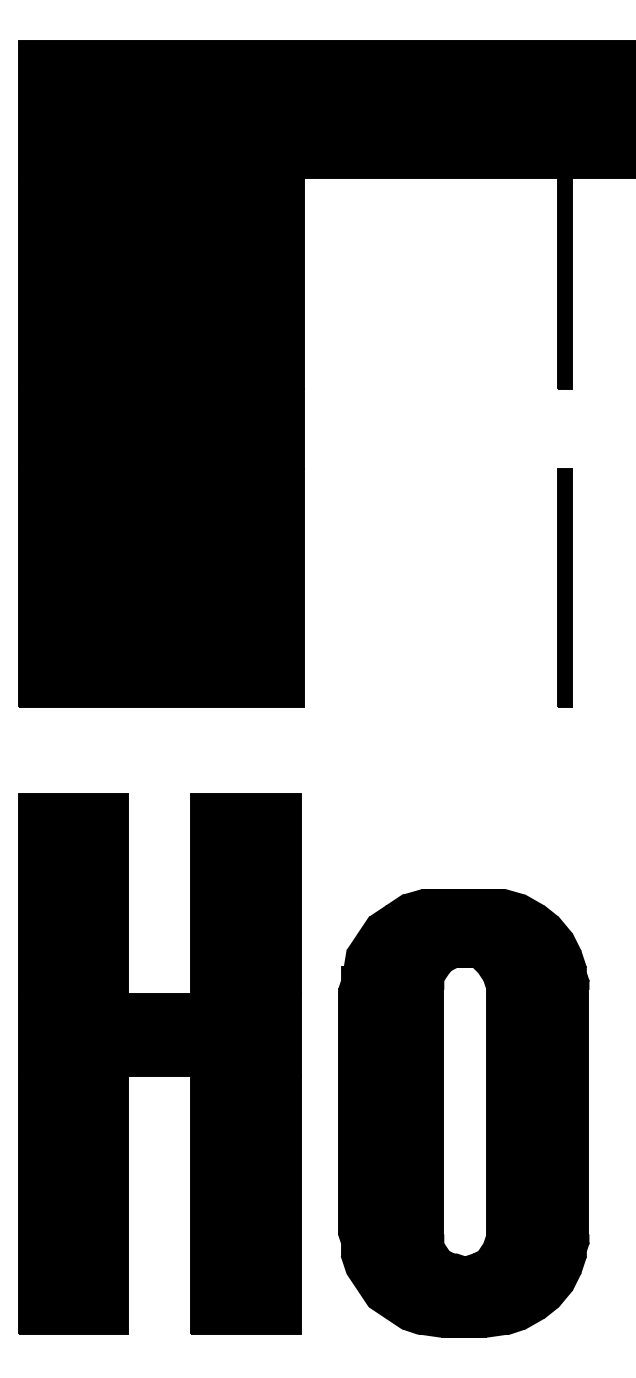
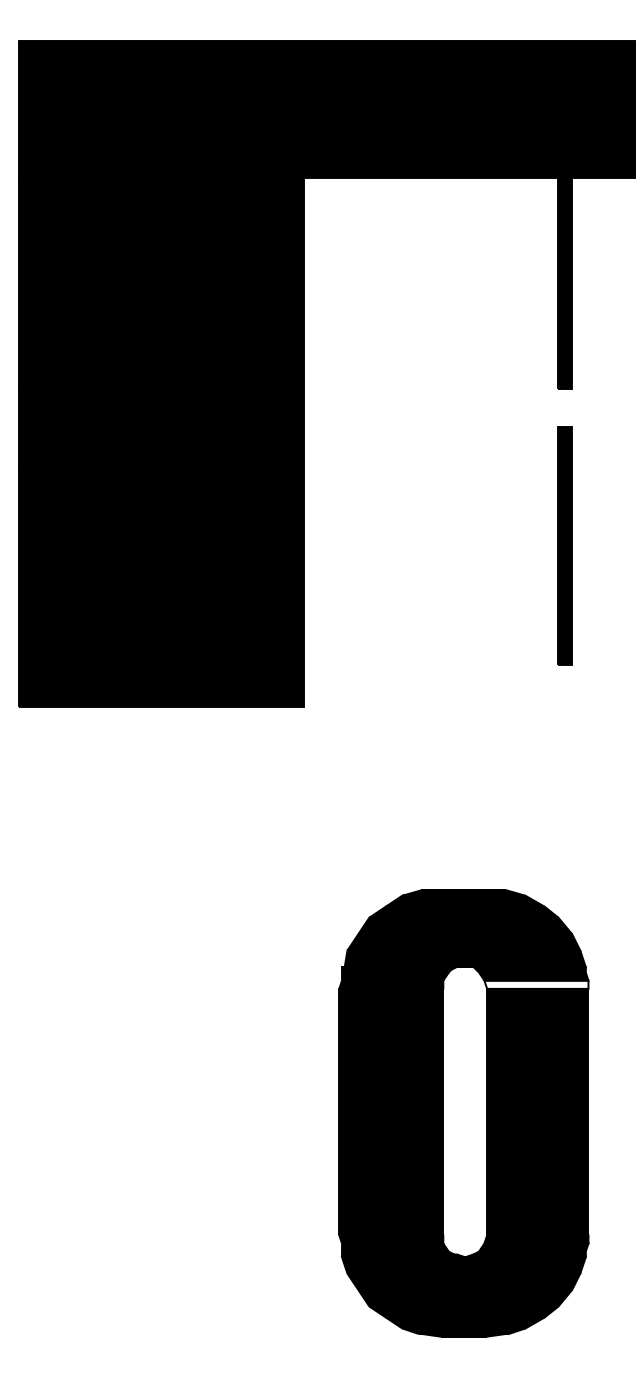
part at (564, 587) position: (564, 587) -> (564, 545)
fill at (536, 984): present -> none
part at (159, 1063): present -> none
